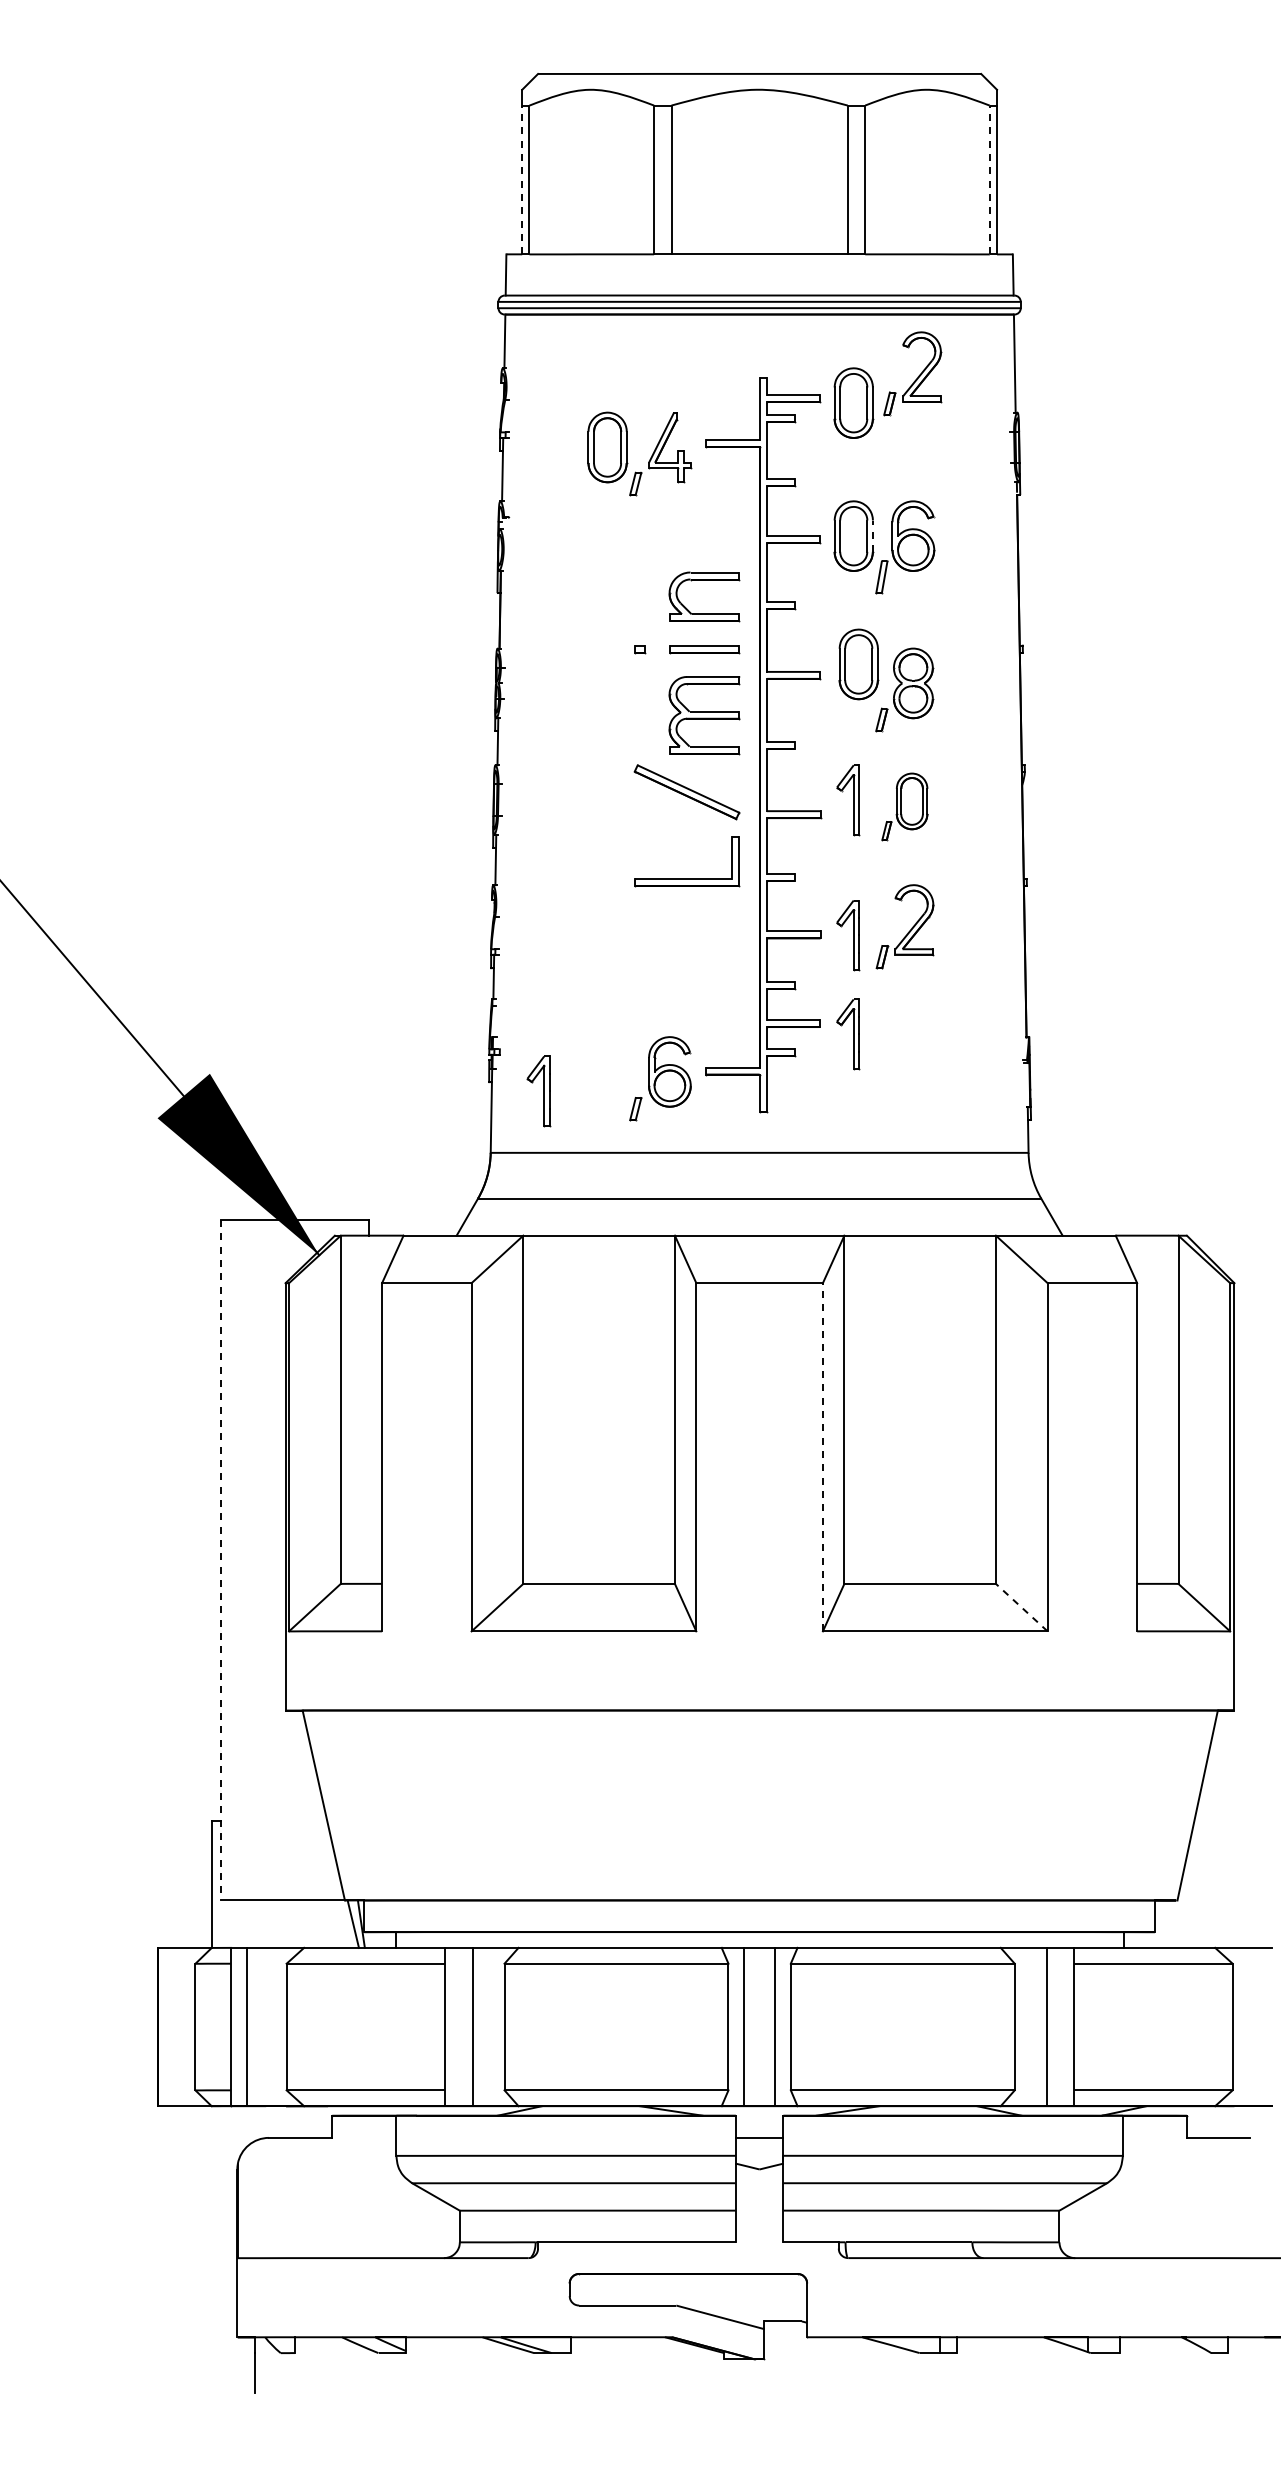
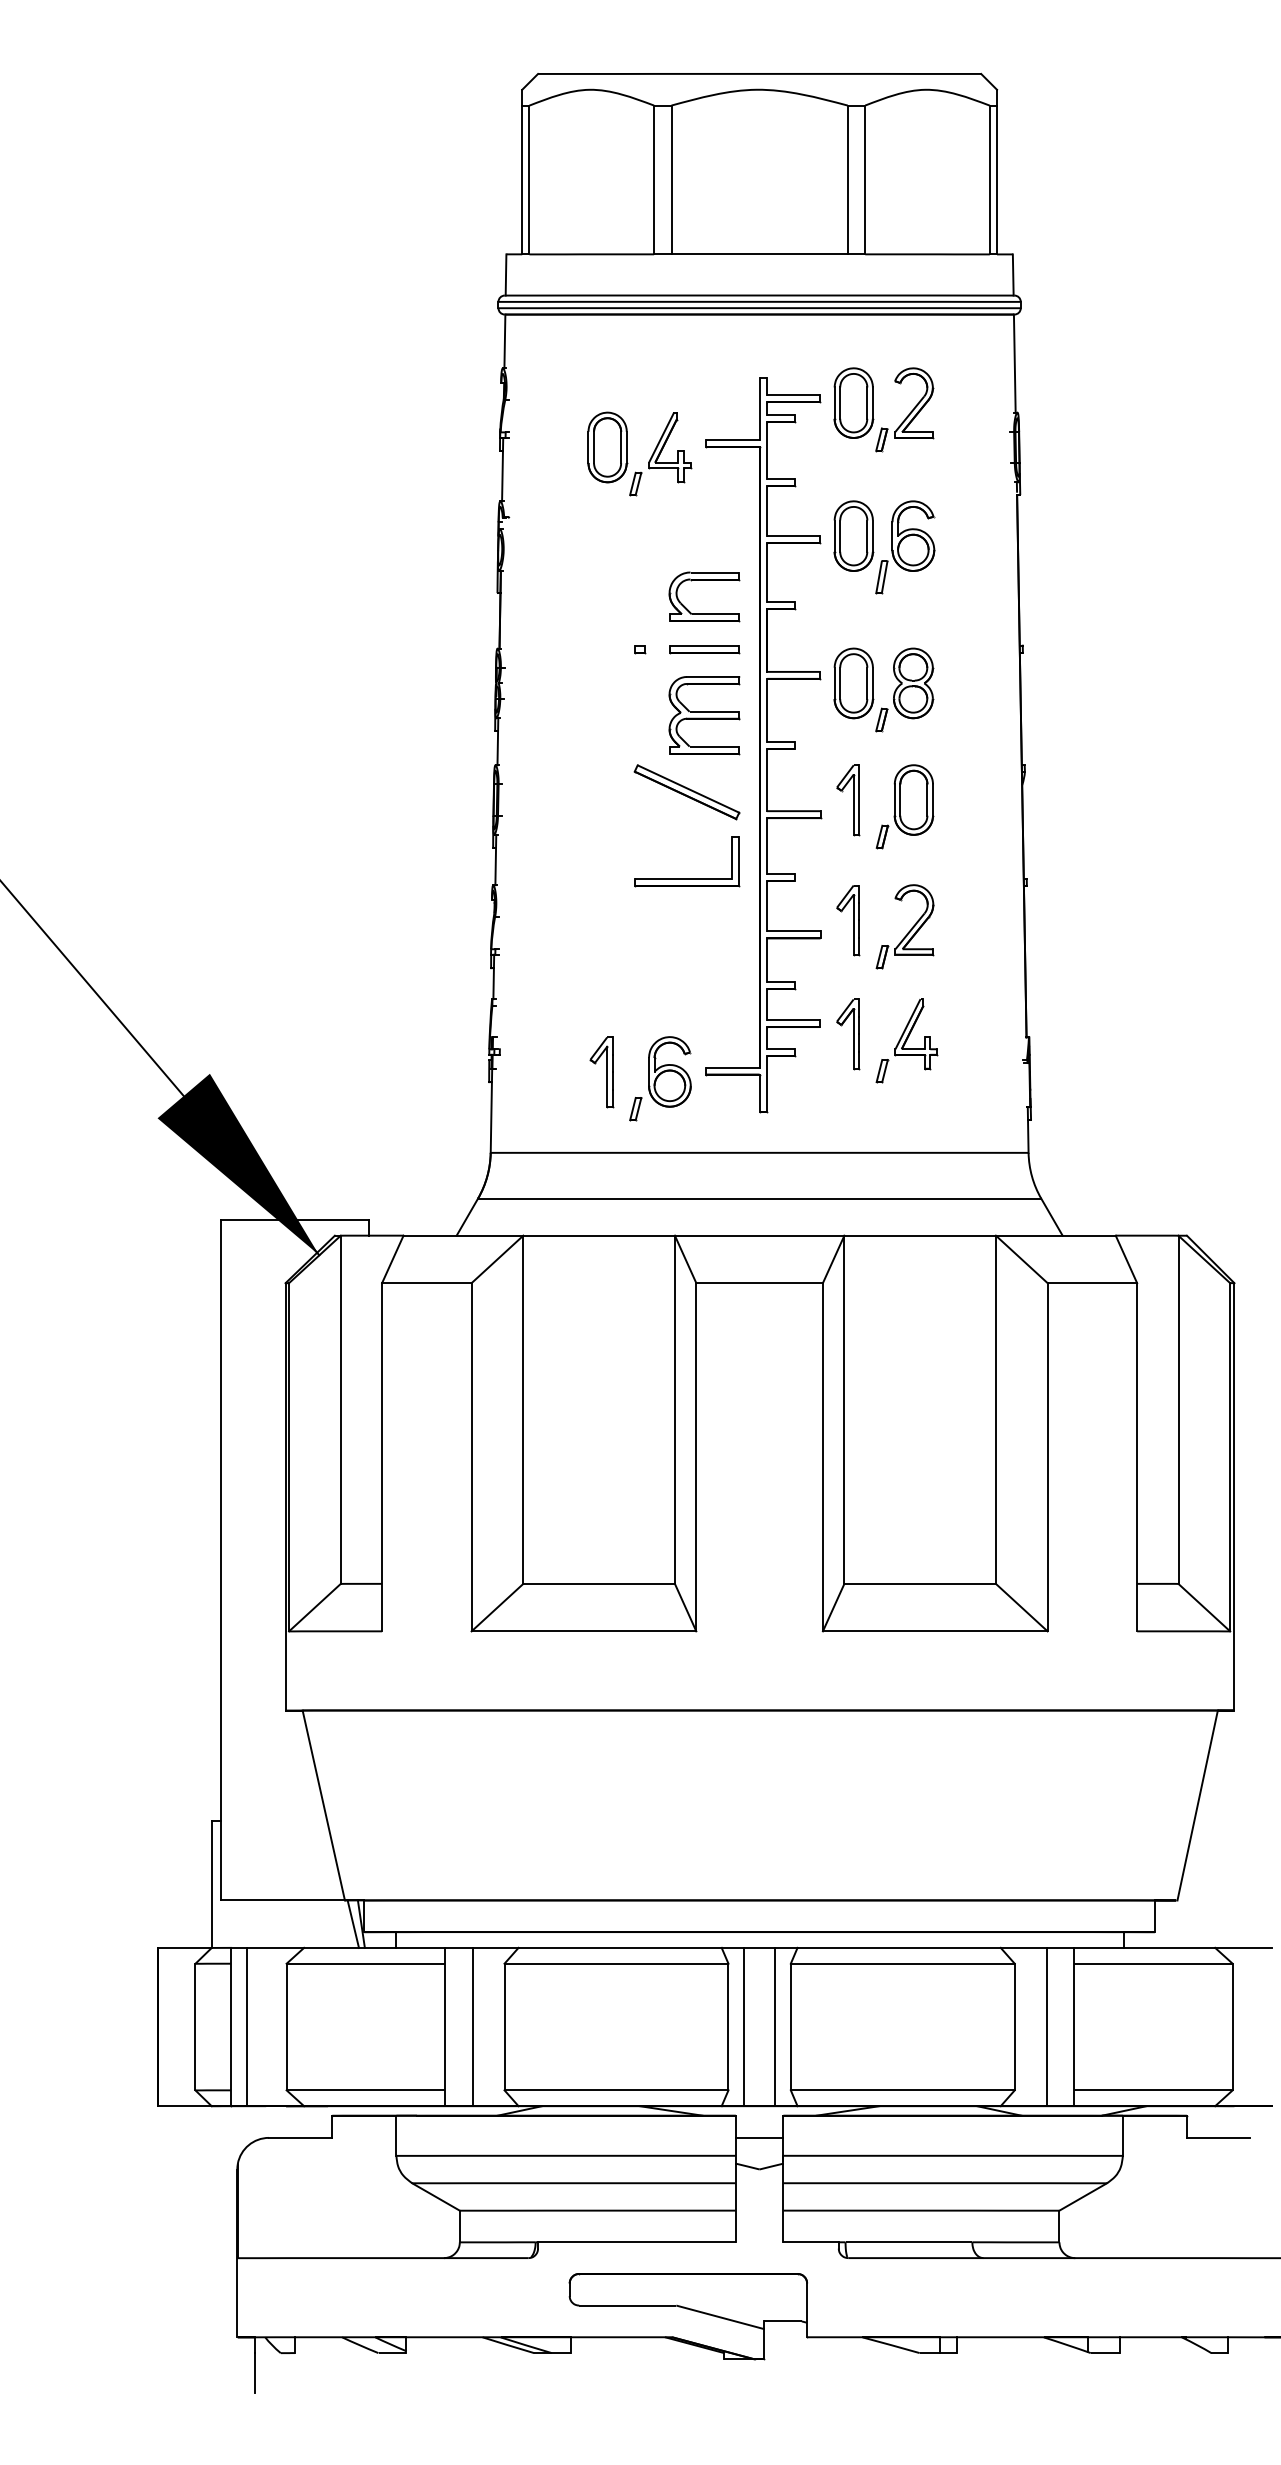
line at (522, 179): dashed -> solid
line at (989, 179): dashed -> solid
part at (918, 375) position: (918, 375) -> (910, 411)
line at (872, 536): dashed -> solid
part at (858, 664) position: (858, 664) -> (853, 683)
part at (904, 806) size: 48x70 px -> 60x86 px
part at (848, 935) position: (848, 935) -> (848, 920)
part at (906, 1040): none -> present
part at (538, 1091) position: (538, 1091) -> (601, 1072)
line at (822, 1456): dashed -> solid
line at (221, 1560): dashed -> solid
line at (1021, 1607): dashed -> solid
